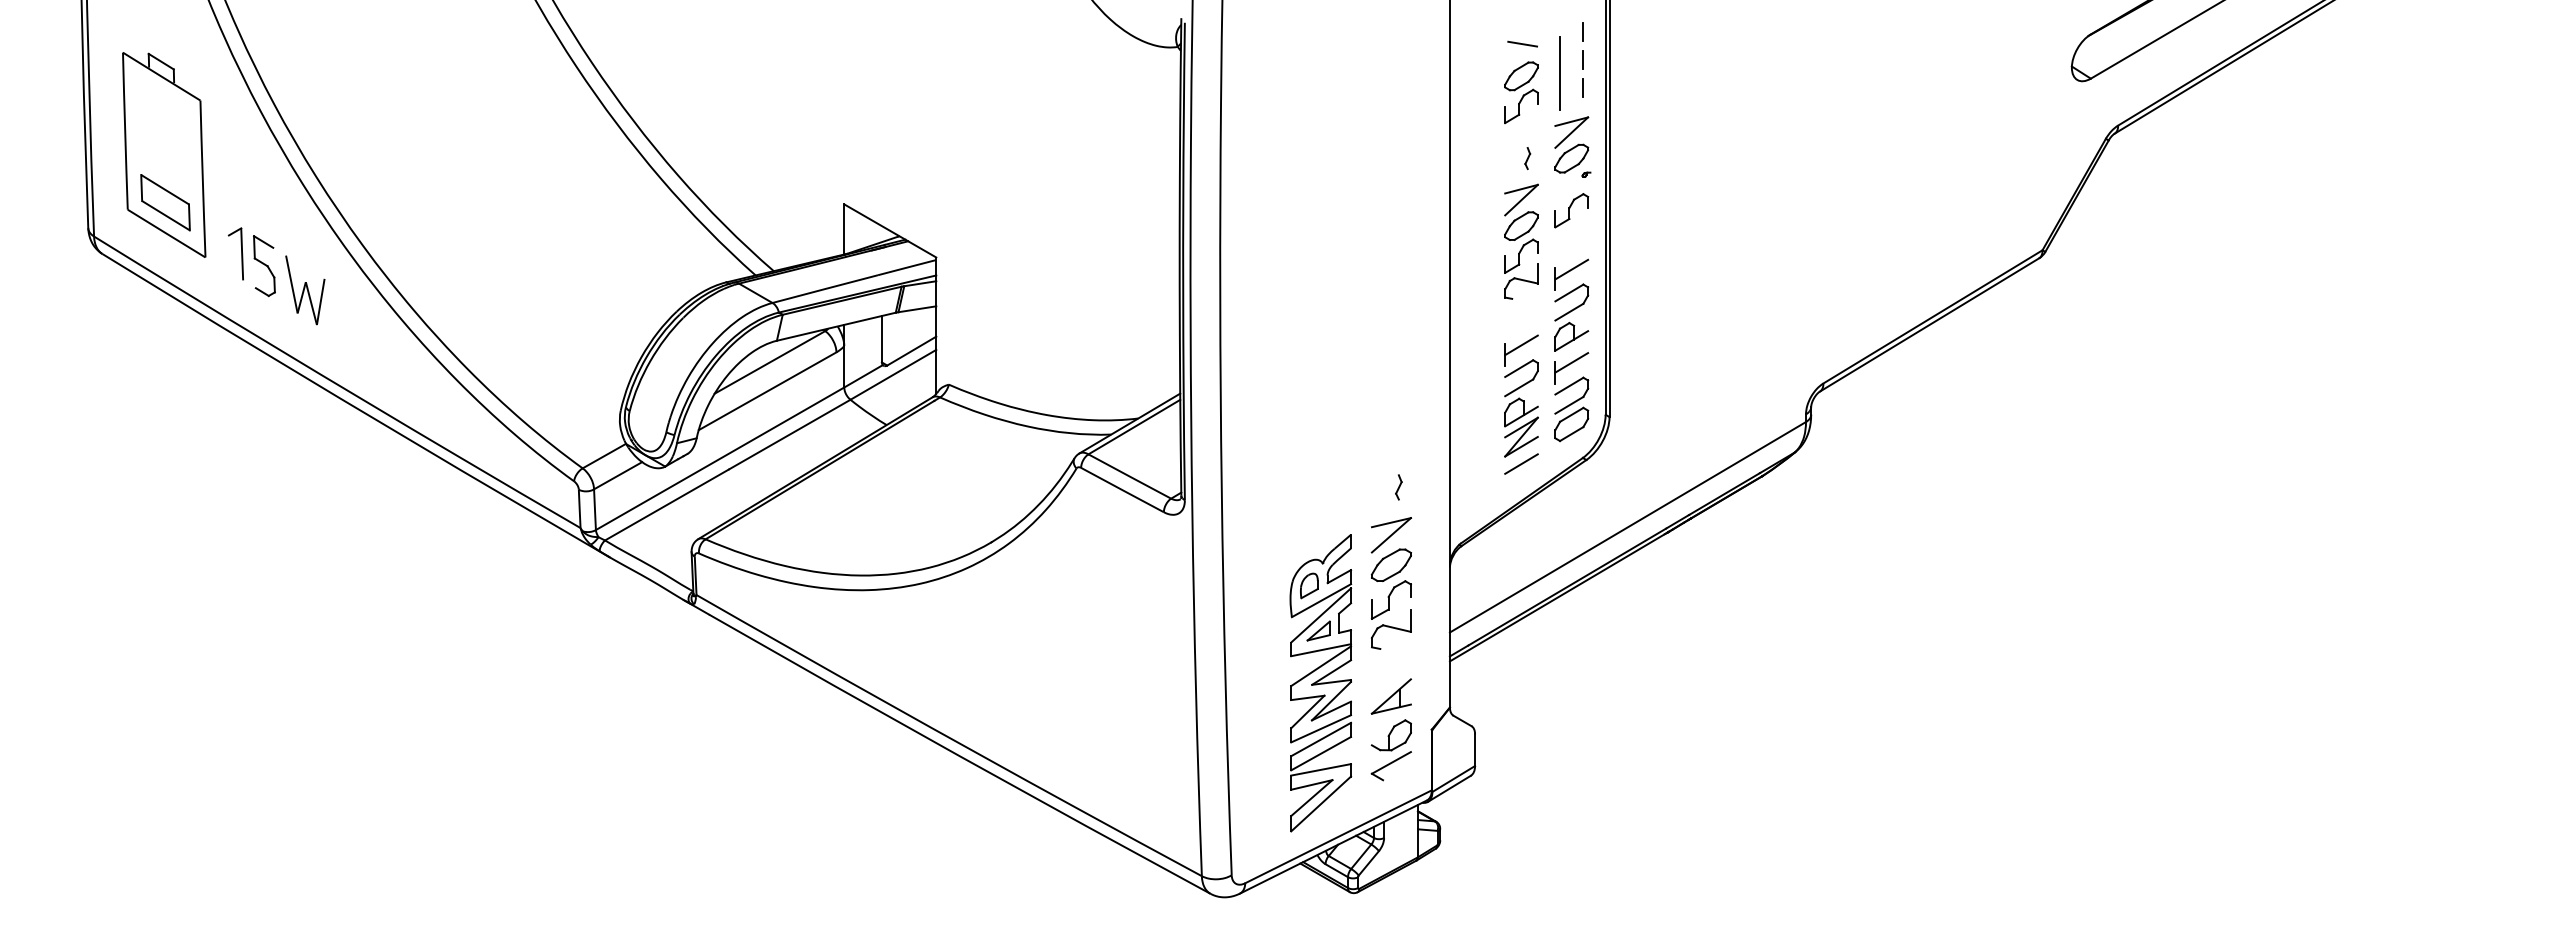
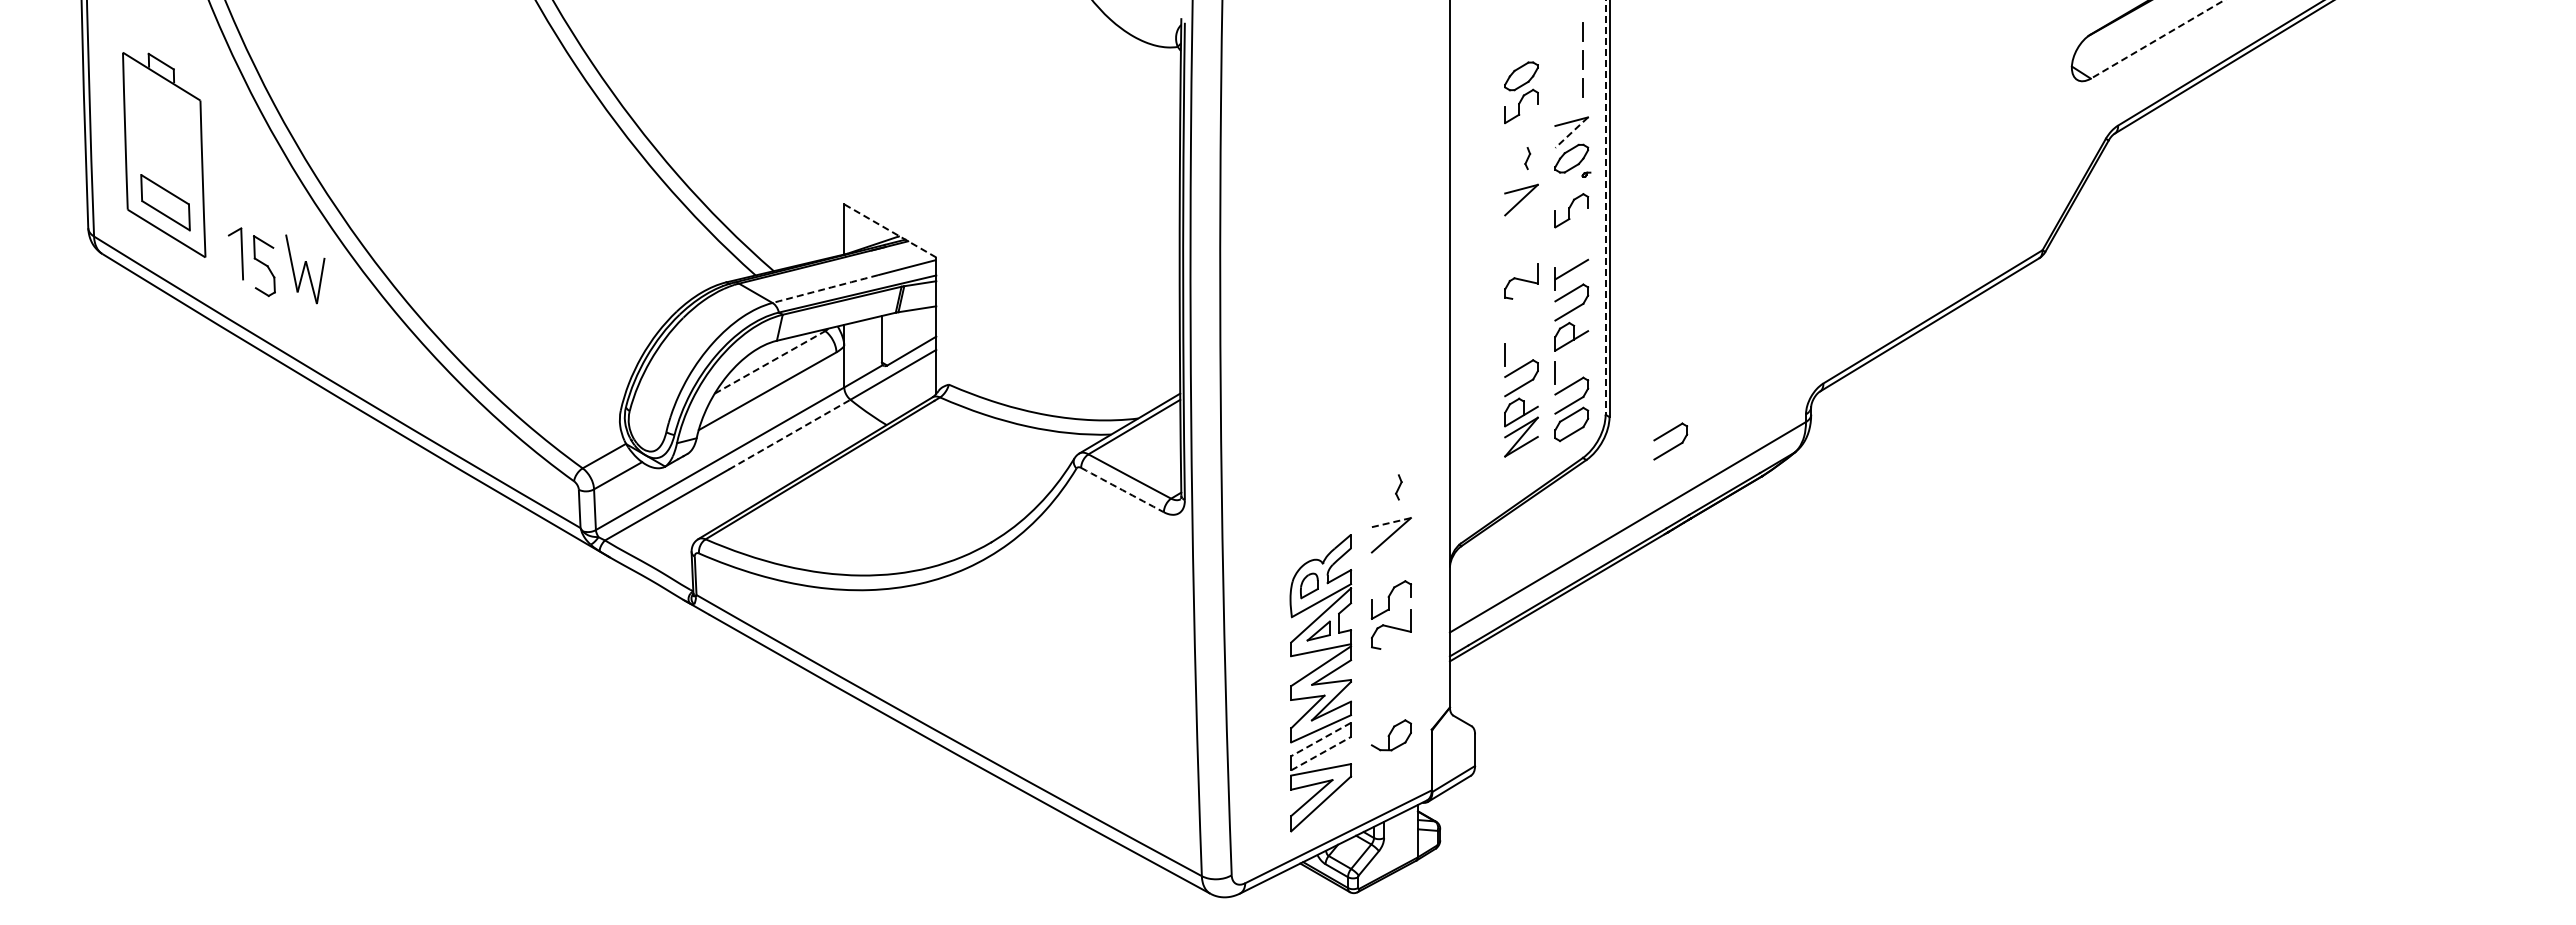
line at (2157, 39): solid -> dashed
line at (1522, 43): present -> none
line at (1560, 73): present -> none
line at (1571, 132): solid -> dashed
line at (1605, 208): solid -> dashed
line at (889, 230): solid -> dashed
part at (1521, 242): present -> none
arc at (825, 289): solid -> dashed
part at (305, 290) position: (305, 290) -> (305, 269)
line at (1521, 345): present -> none
line at (770, 362): solid -> dashed
line at (1571, 362): present -> none
line at (790, 434): solid -> dashed
part at (1672, 447): none -> present
line at (1521, 463): present -> none
arc at (1122, 490): solid -> dashed
line at (1391, 522): solid -> dashed
part at (1390, 564): present -> none
part at (1390, 696): present -> none
line at (1320, 739): solid -> dashed
line at (1321, 753): solid -> dashed
part at (1390, 766): present -> none
